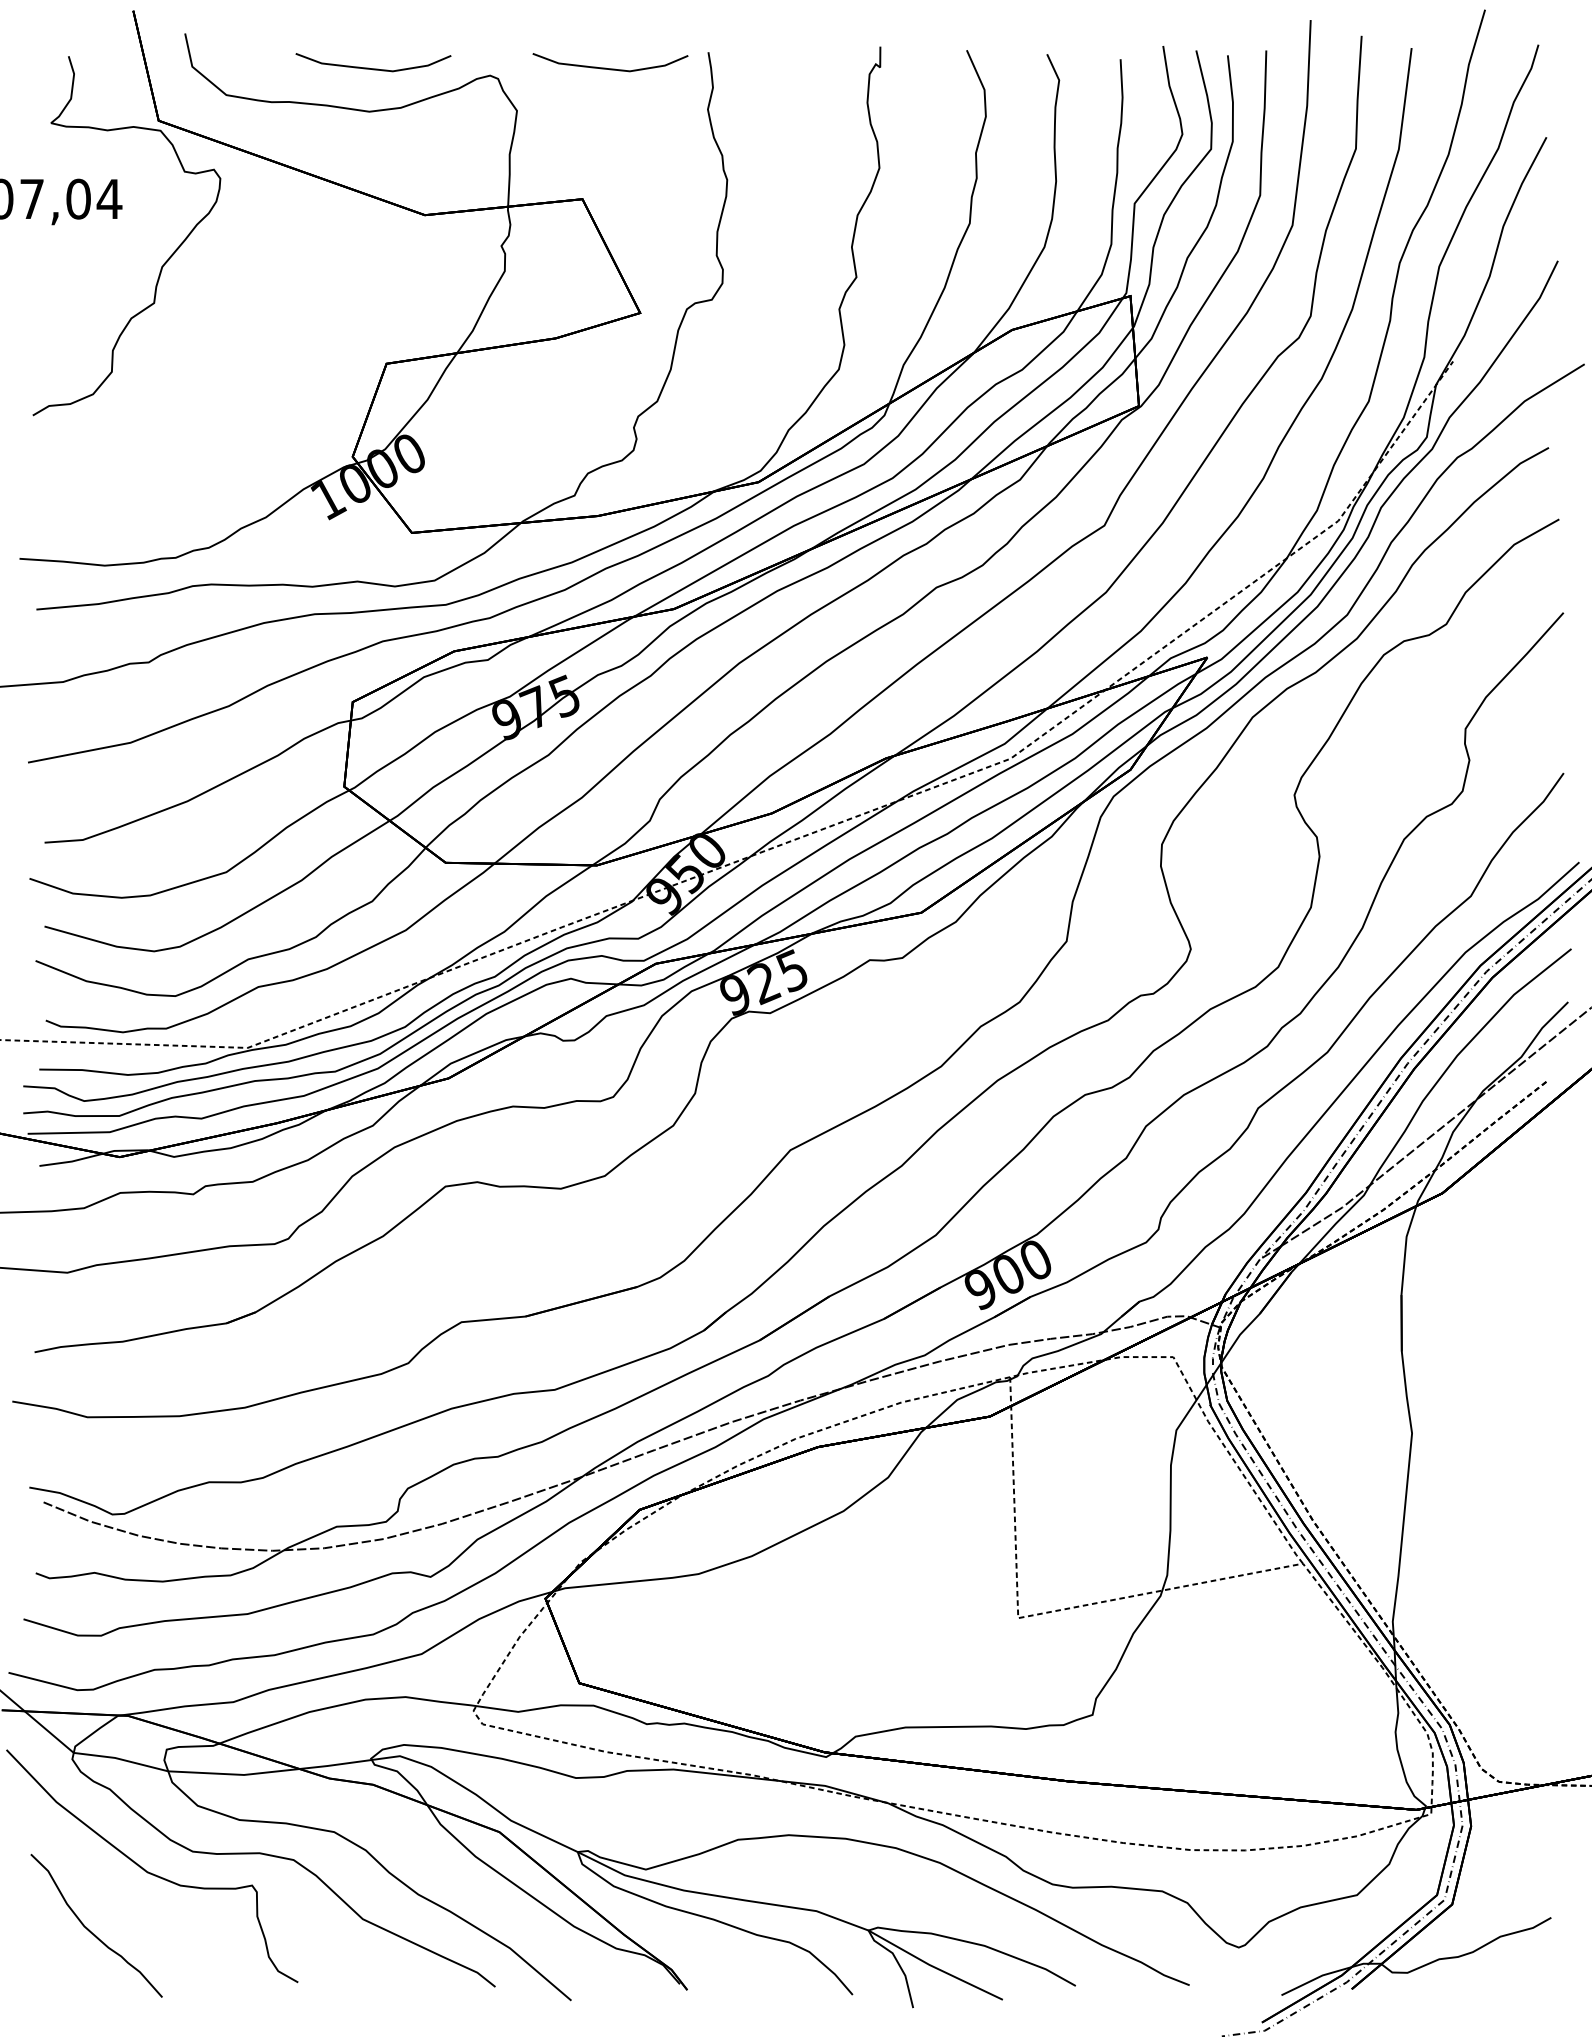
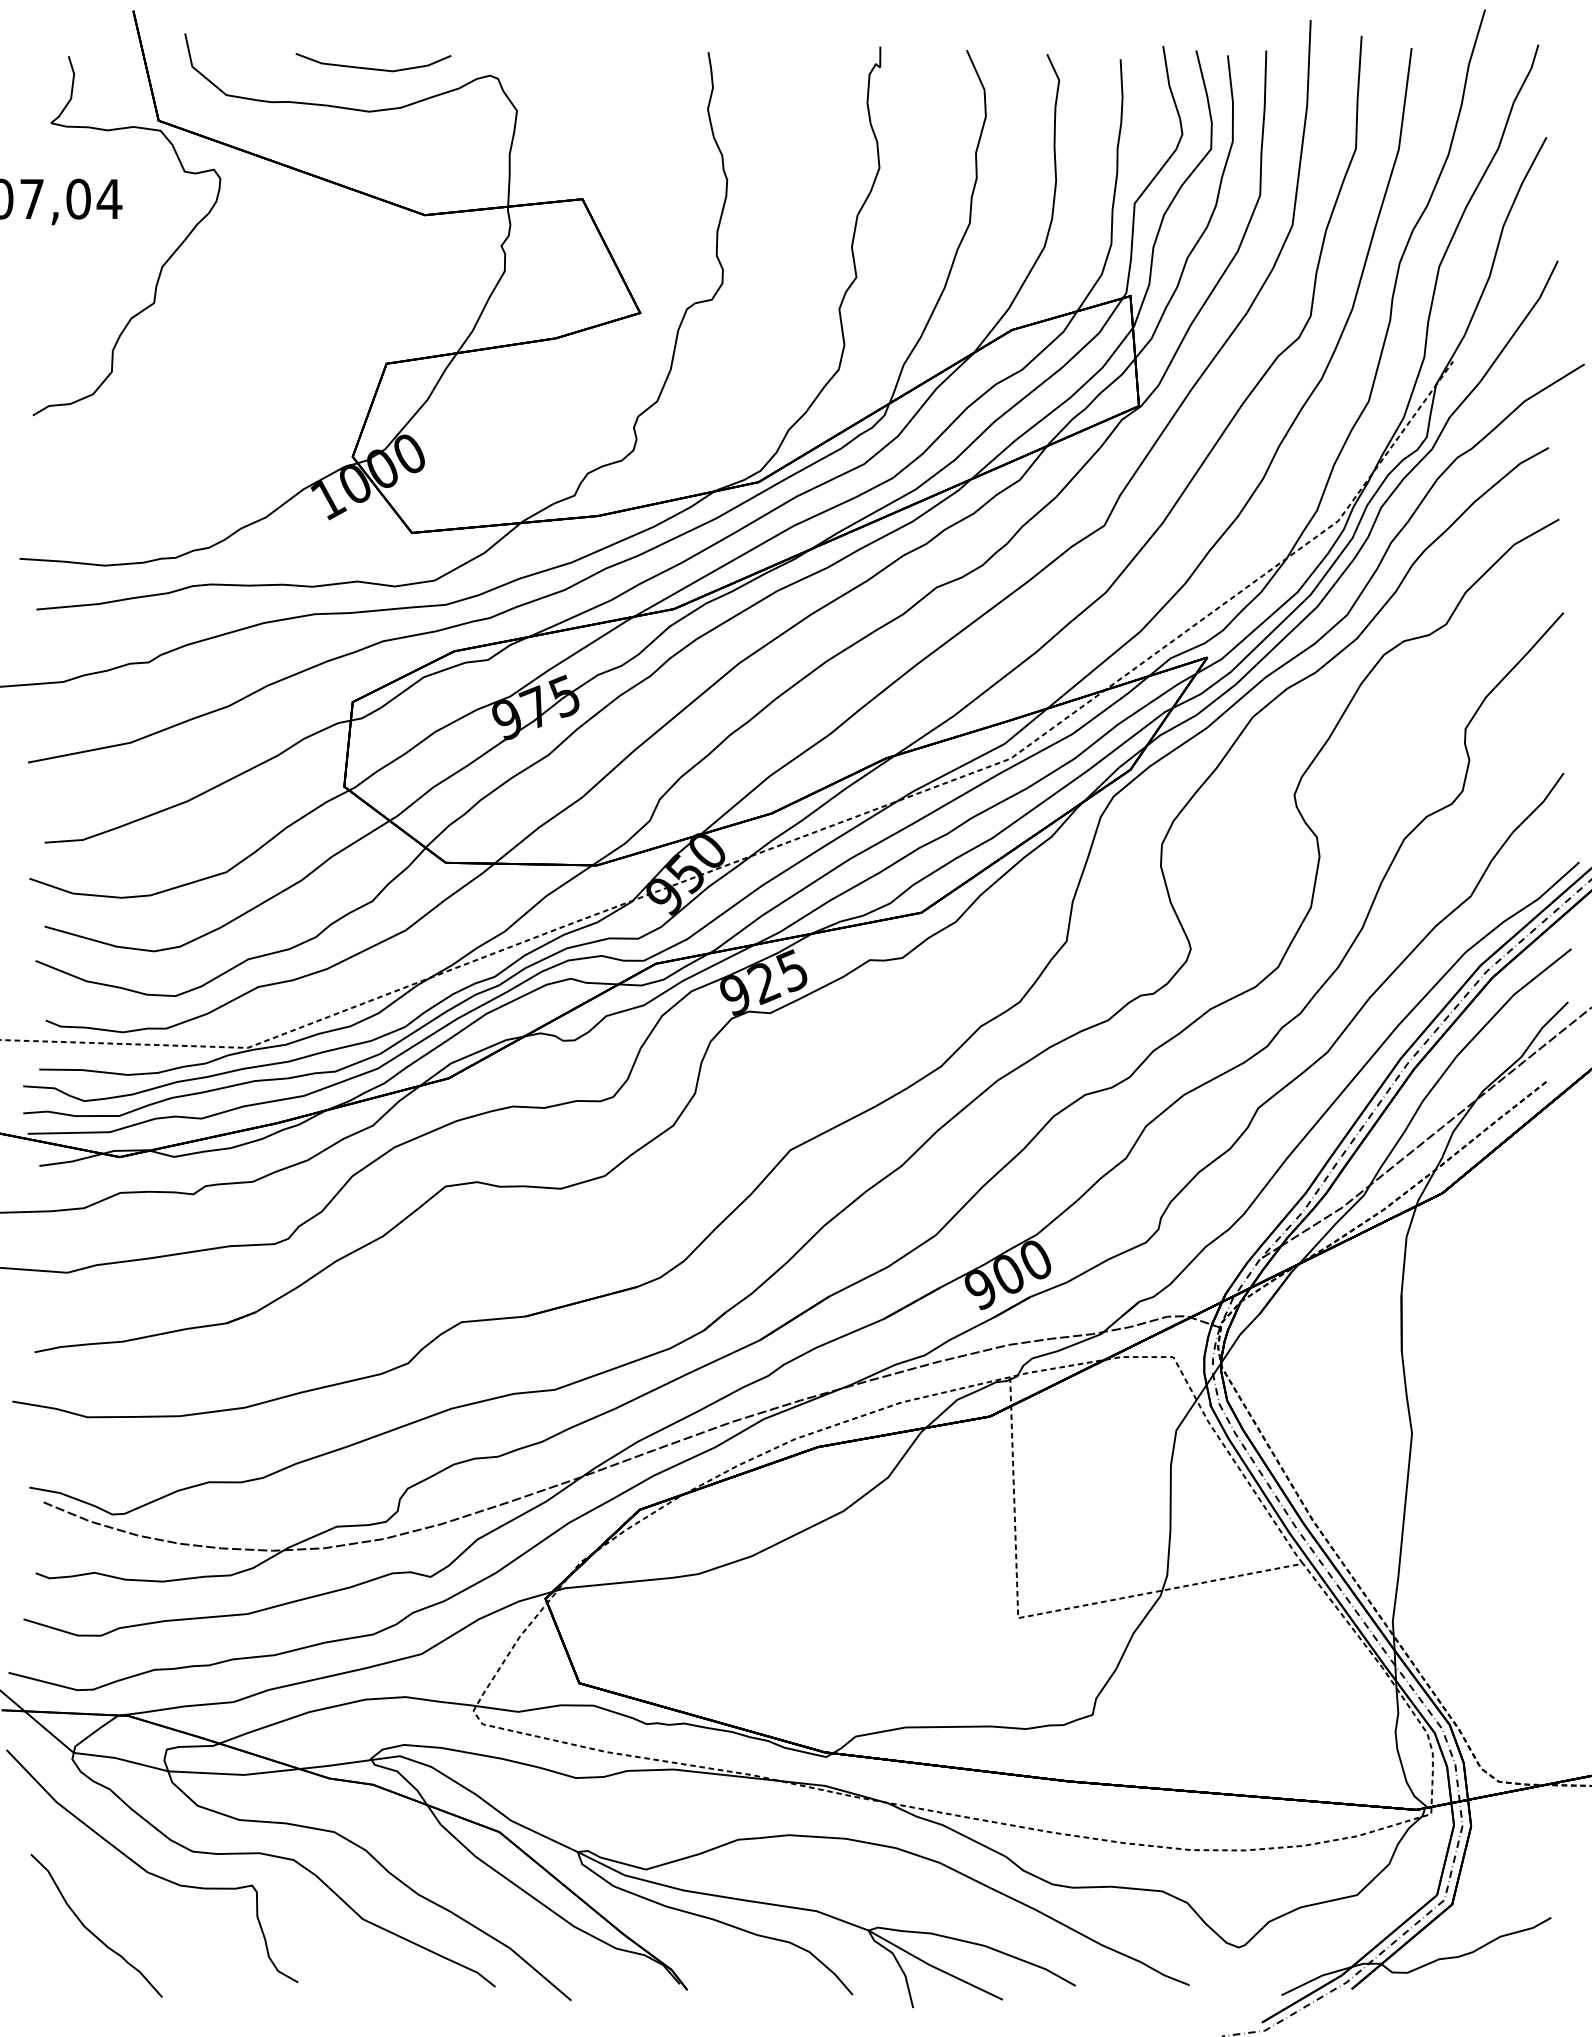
curve at (610, 68): present -> none
